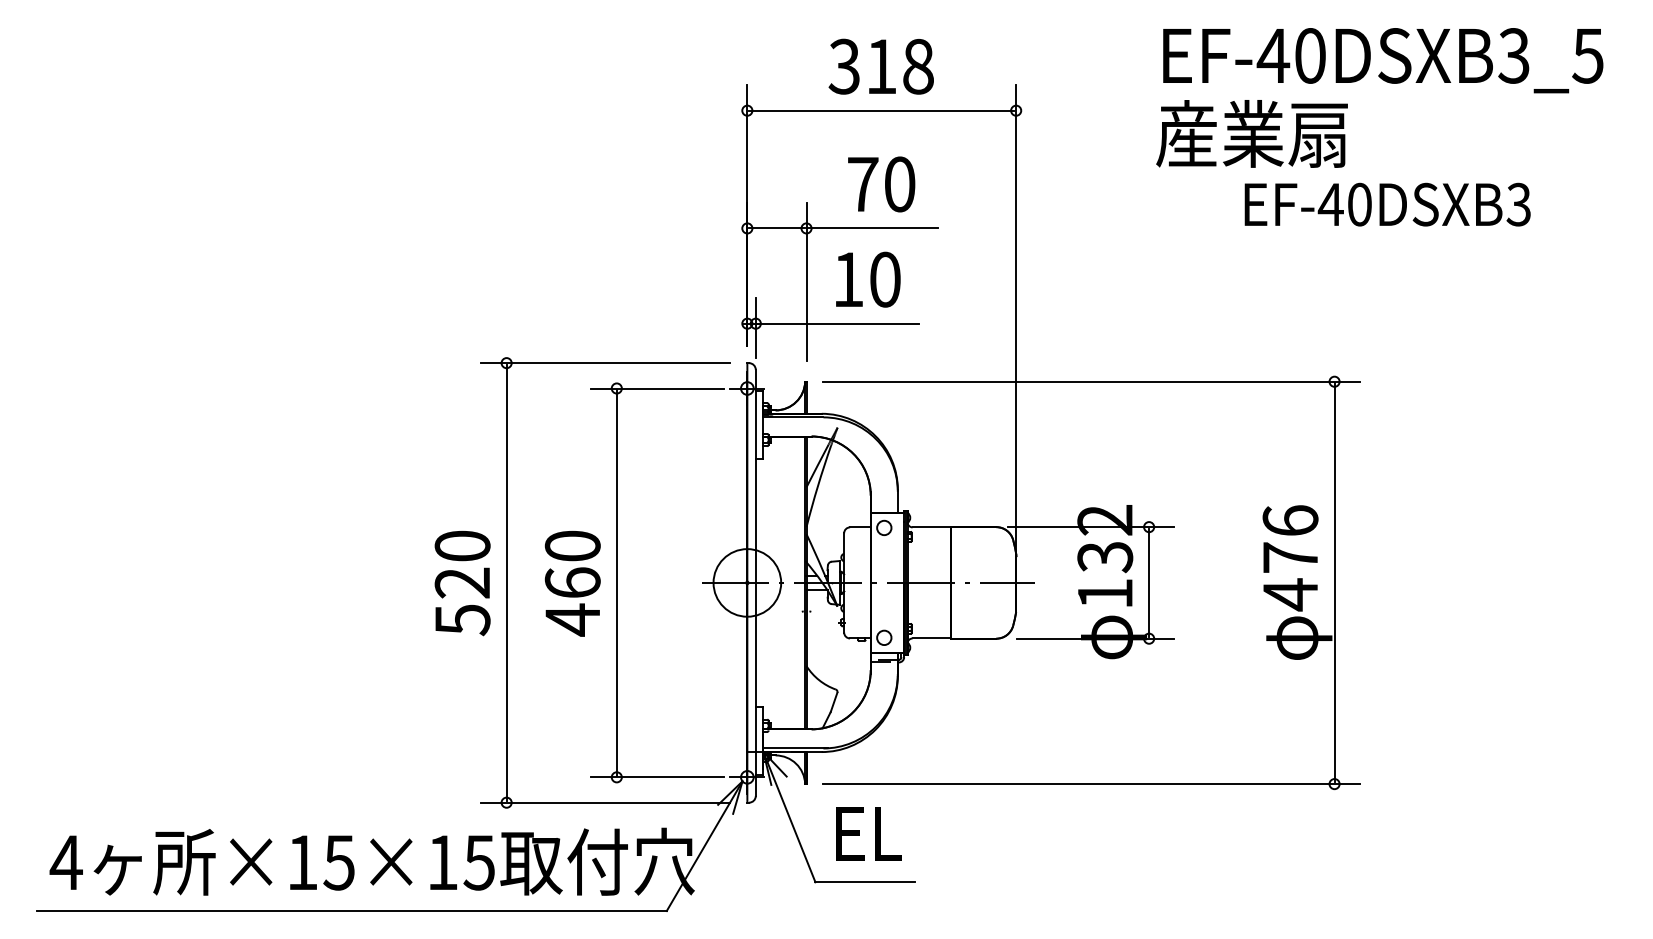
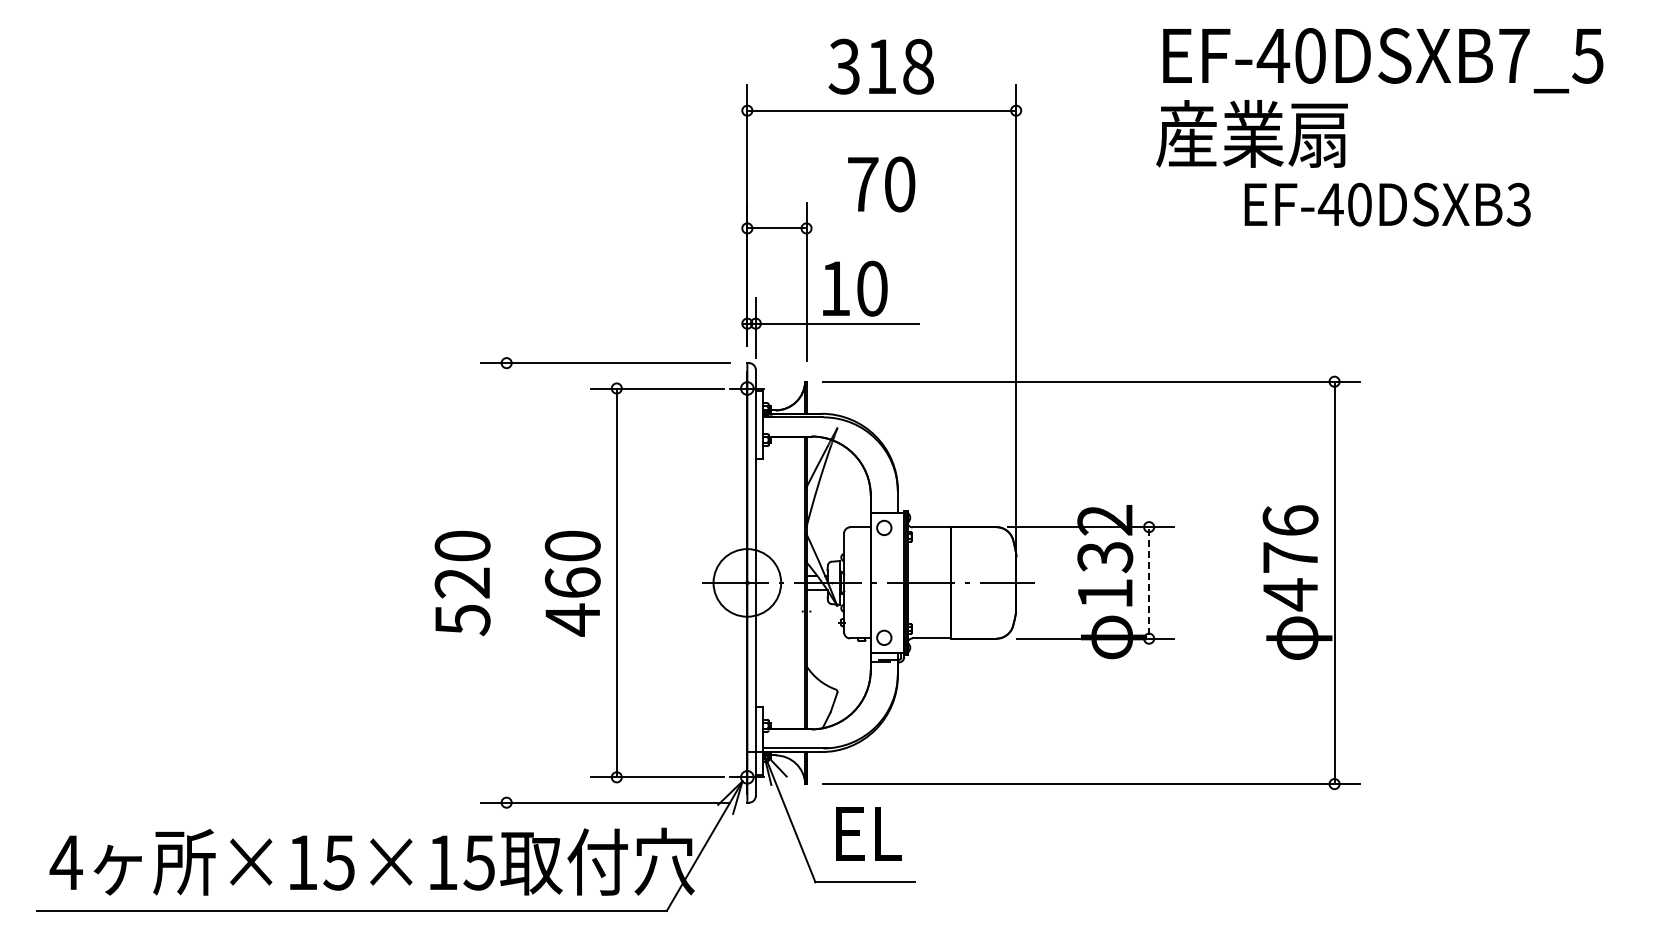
text at (1513, 55): EF-40DSXB3_5 -> EF-40DSXB7_5
line at (872, 228): present -> none
text at (868, 279) position: (868, 279) -> (855, 288)
line at (506, 582): present -> none
line at (1149, 583): solid -> dashed
